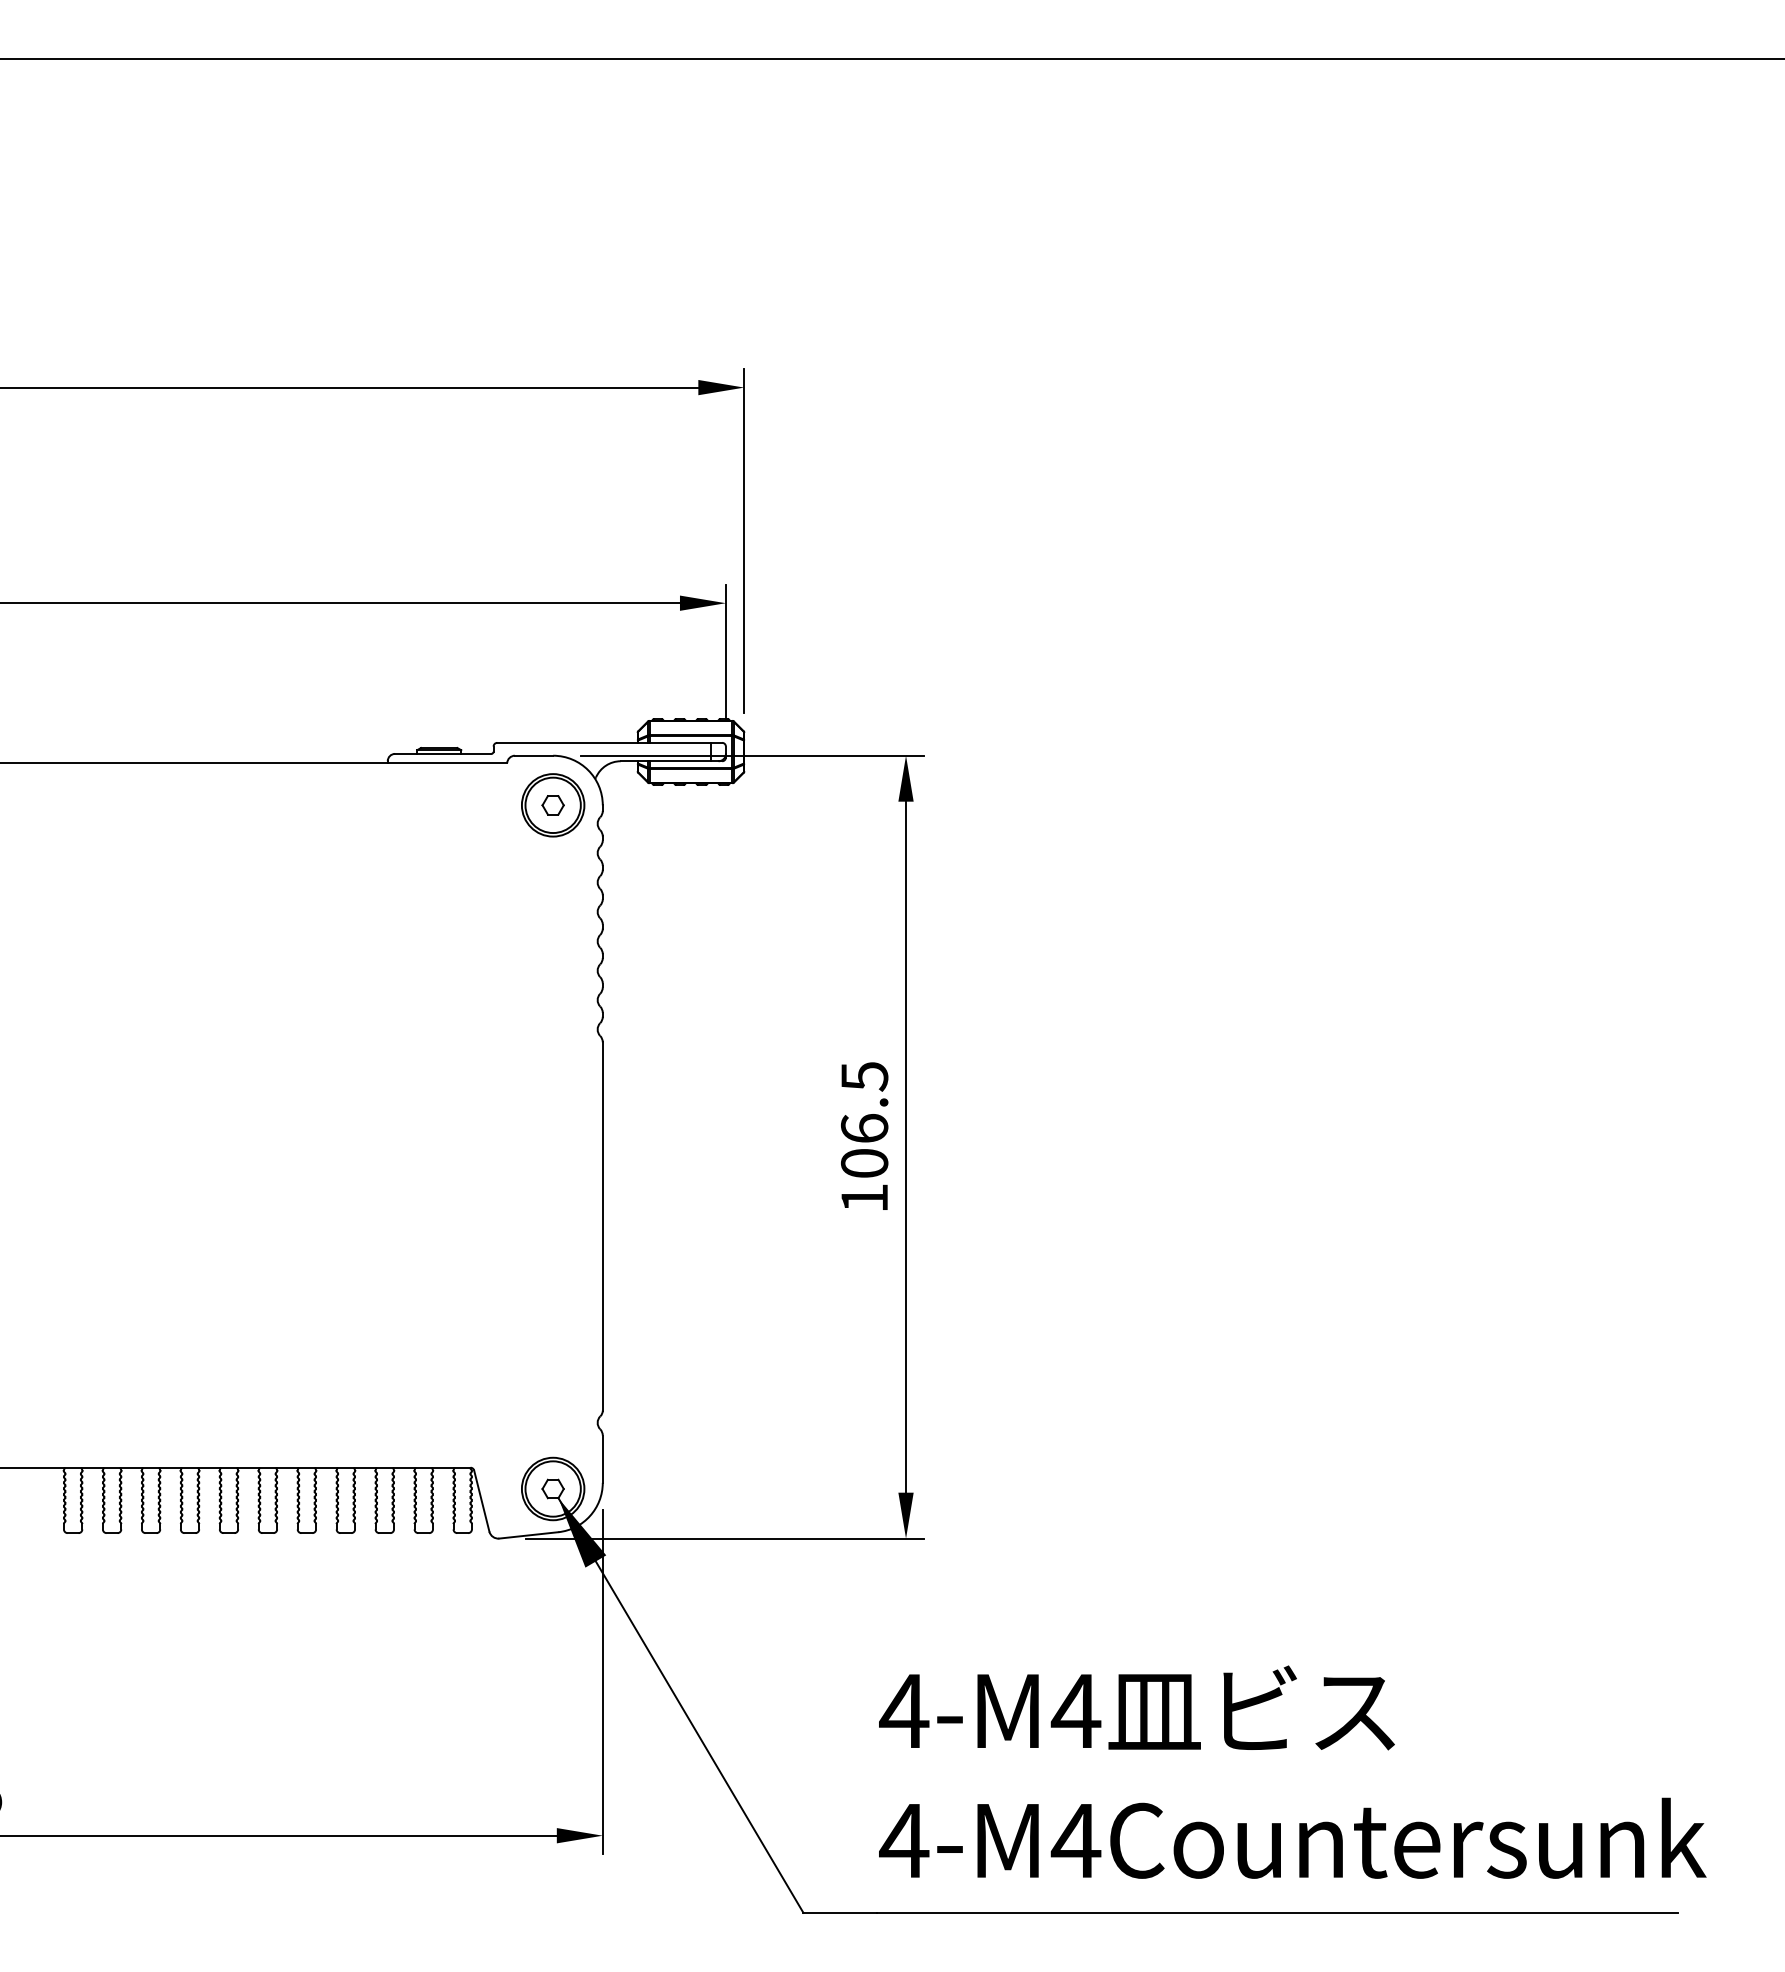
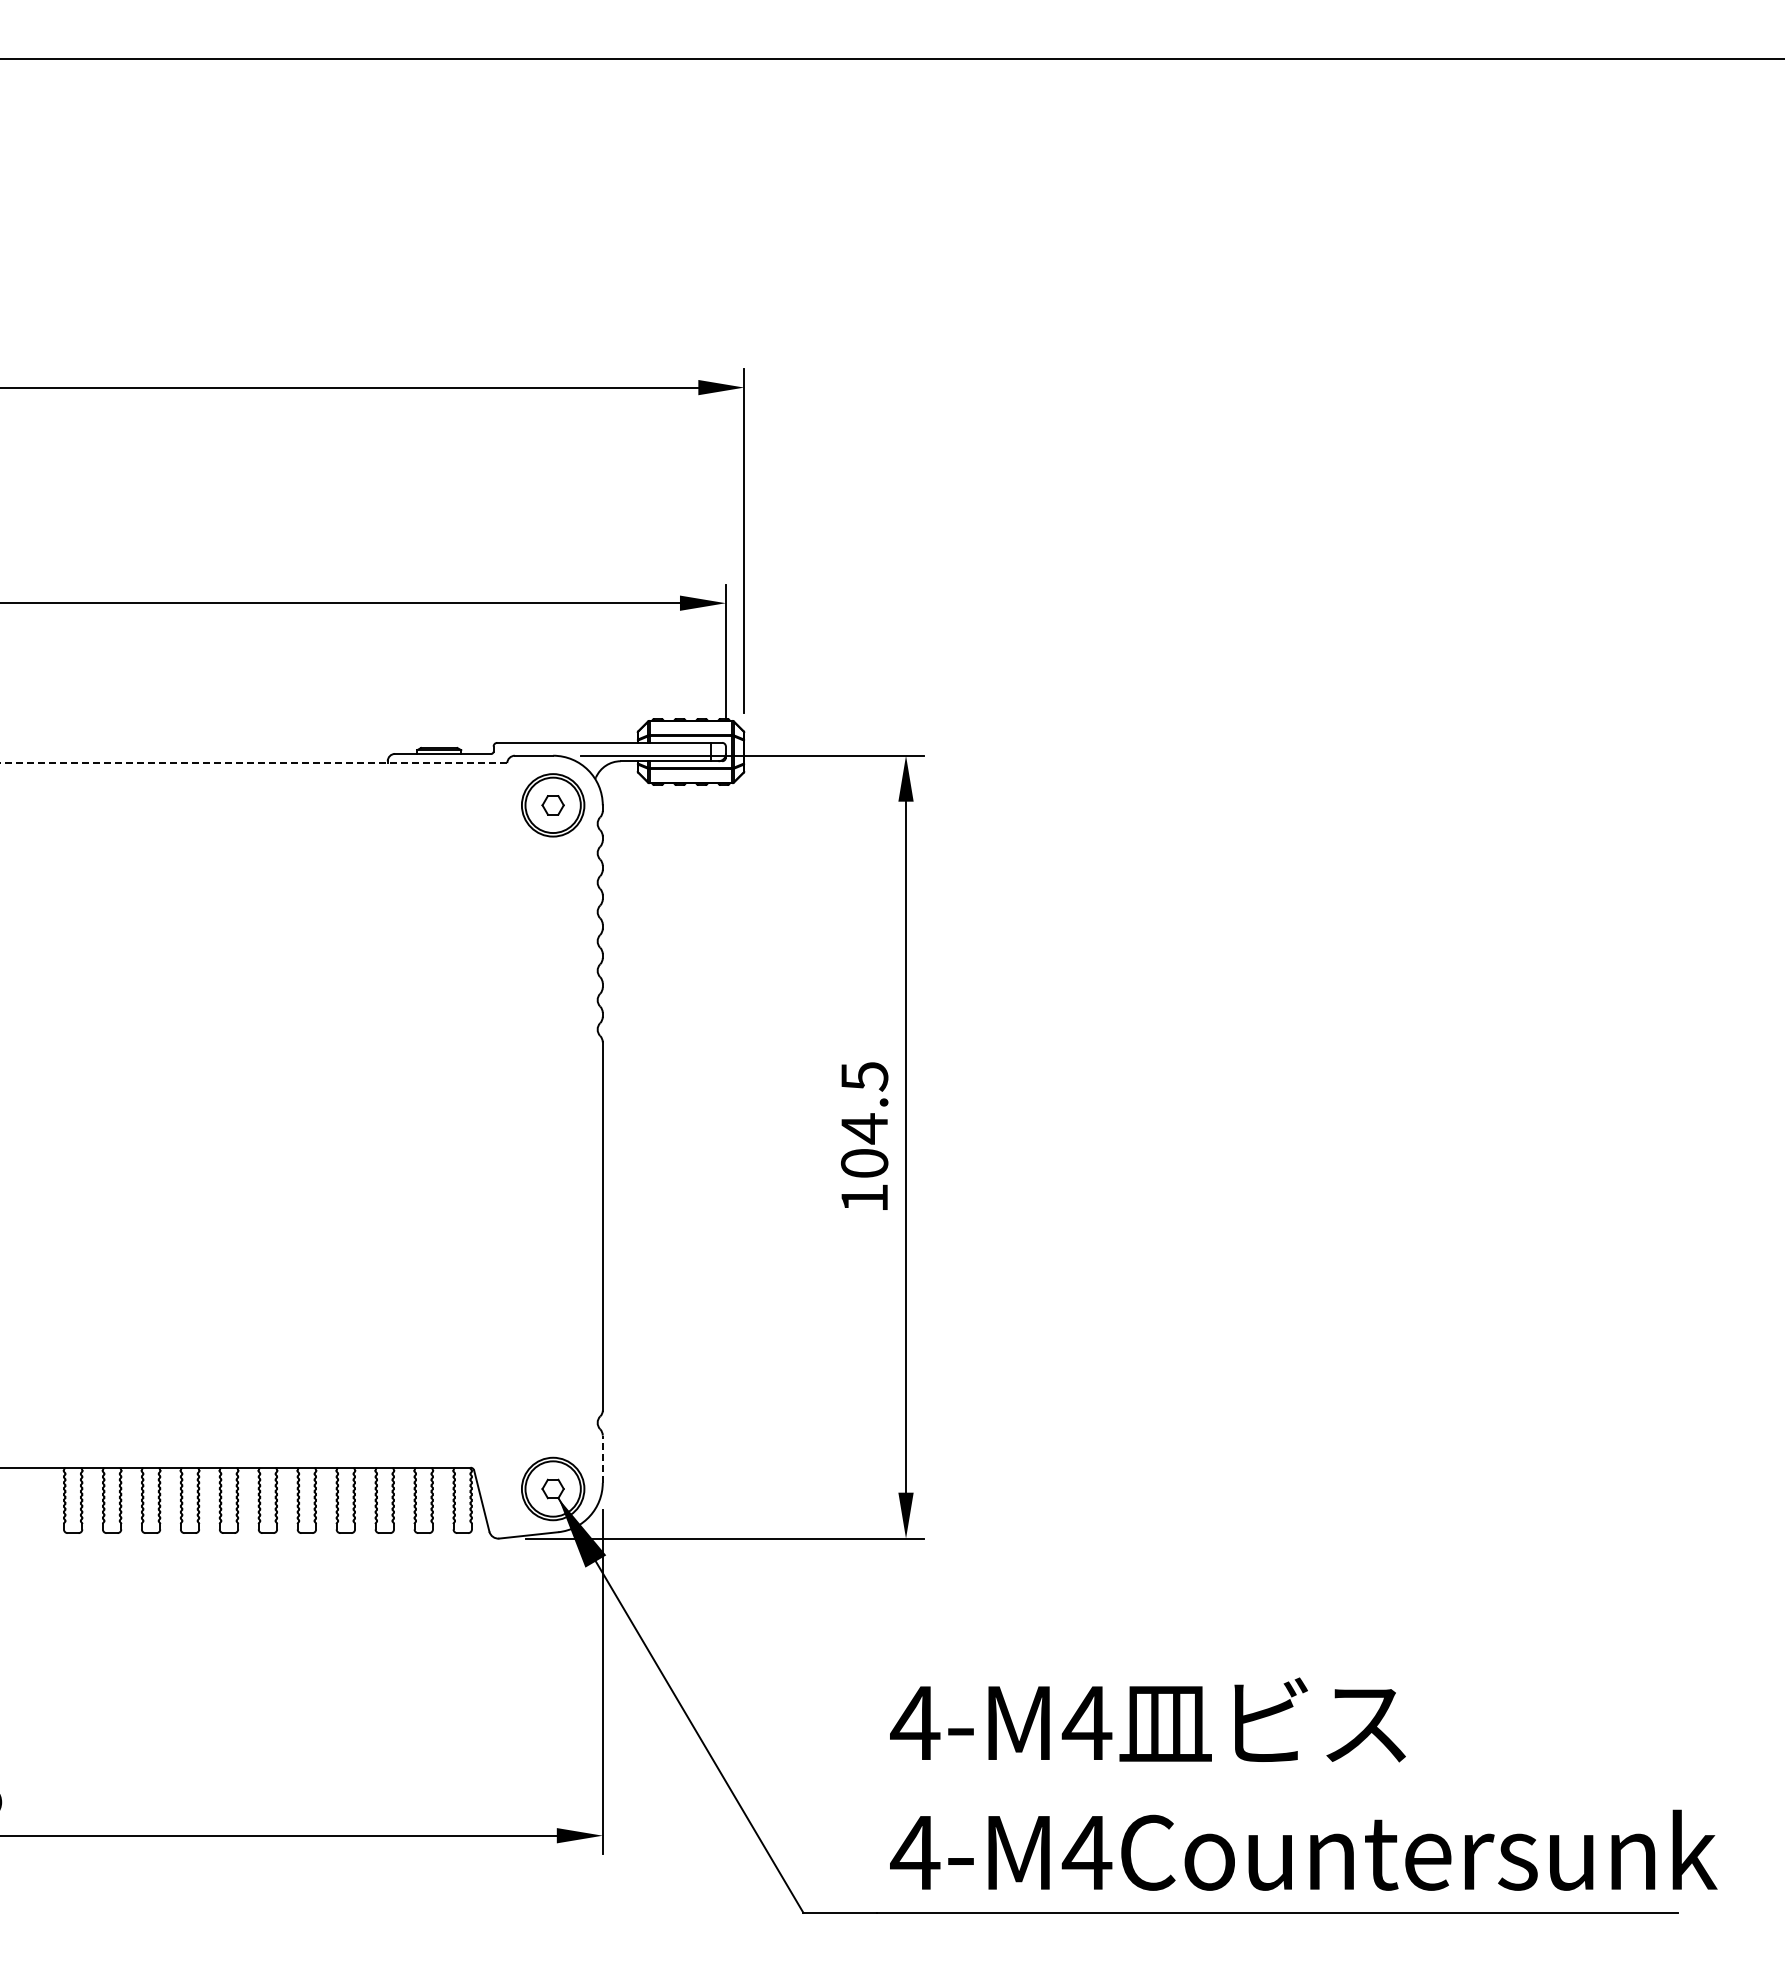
line at (253, 763): solid -> dashed
text at (864, 1128): 106.5 -> 104.5
line at (602, 1459): solid -> dashed
text at (1292, 1771) position: (1292, 1771) -> (1303, 1783)
